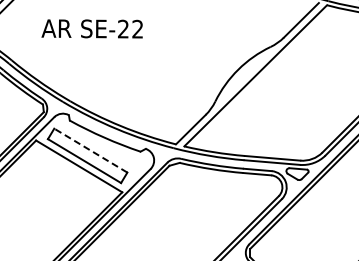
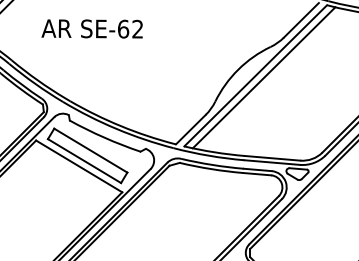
text at (123, 28): SE-22 -> SE-62
line at (263, 77): none -> present
line at (90, 150): dashed -> solid
